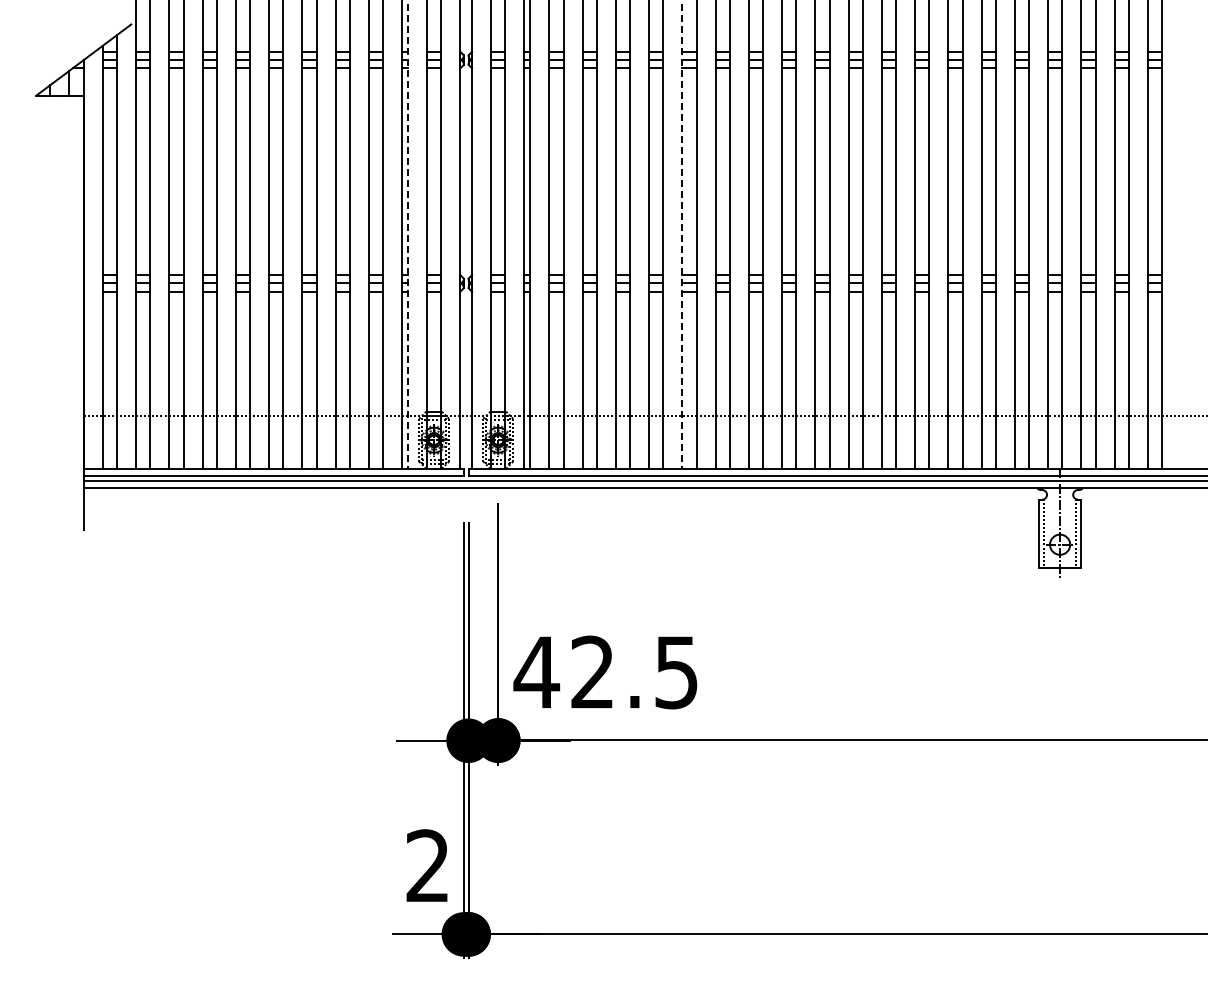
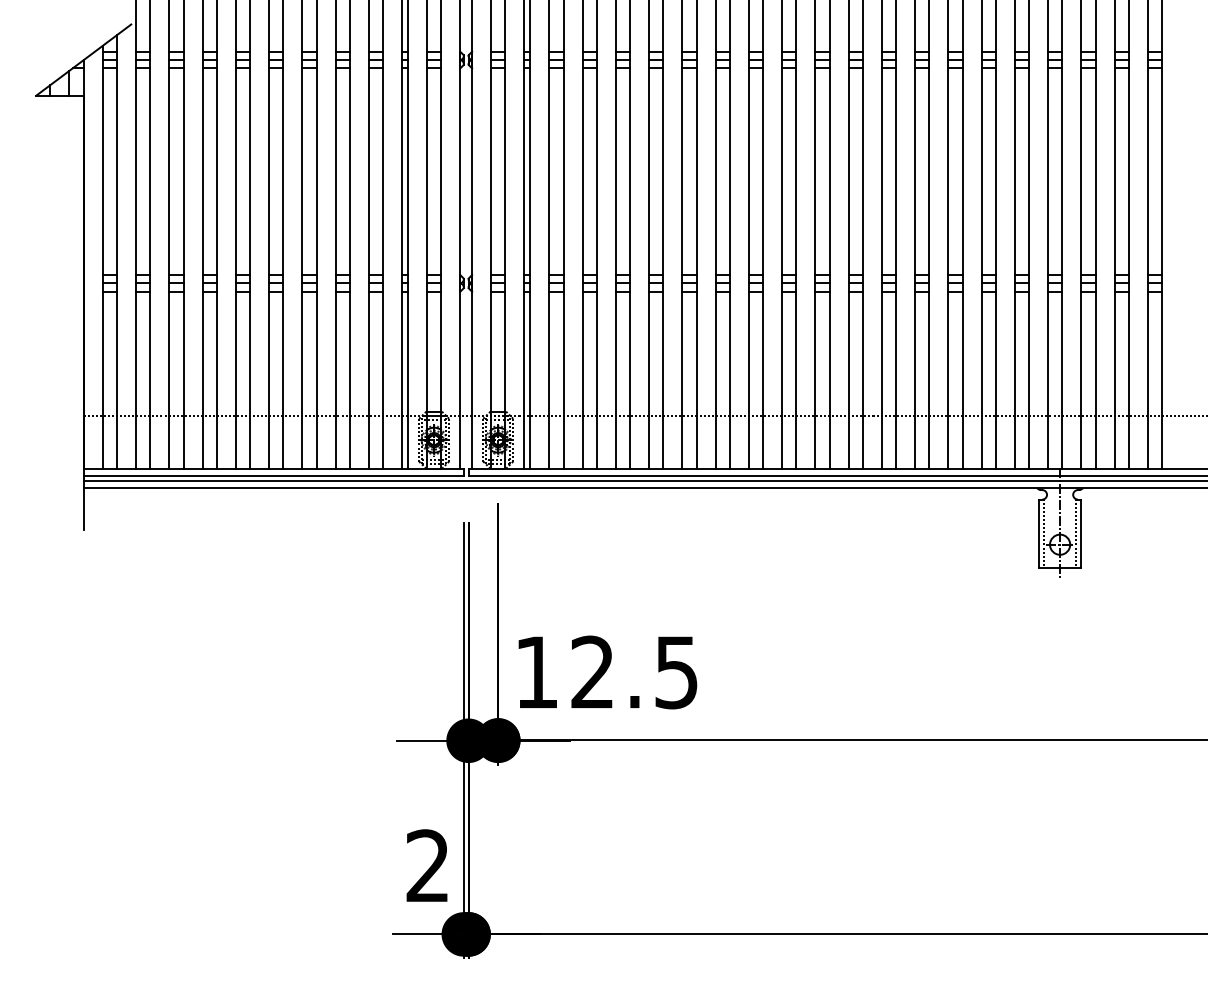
line at (408, 234): dashed -> solid
line at (682, 234): dashed -> solid
text at (536, 672): 42.5 -> 12.5
